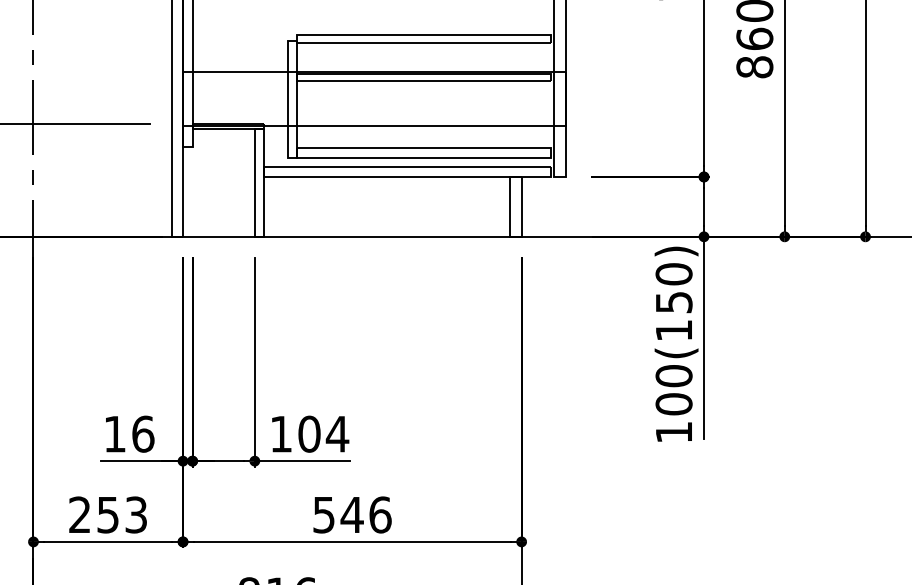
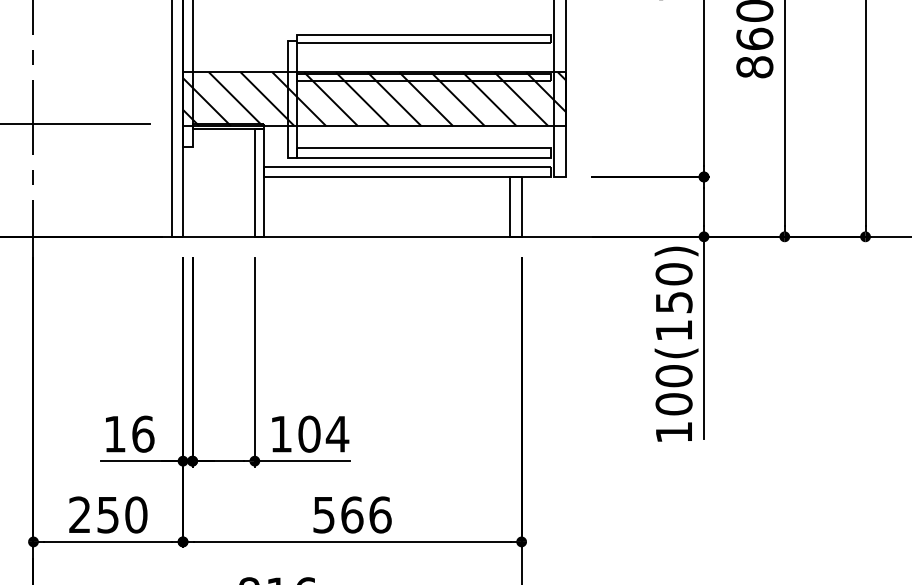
hatch at (373, 99): none -> present
text at (136, 514): 253 -> 250
text at (351, 514): 546 -> 566
